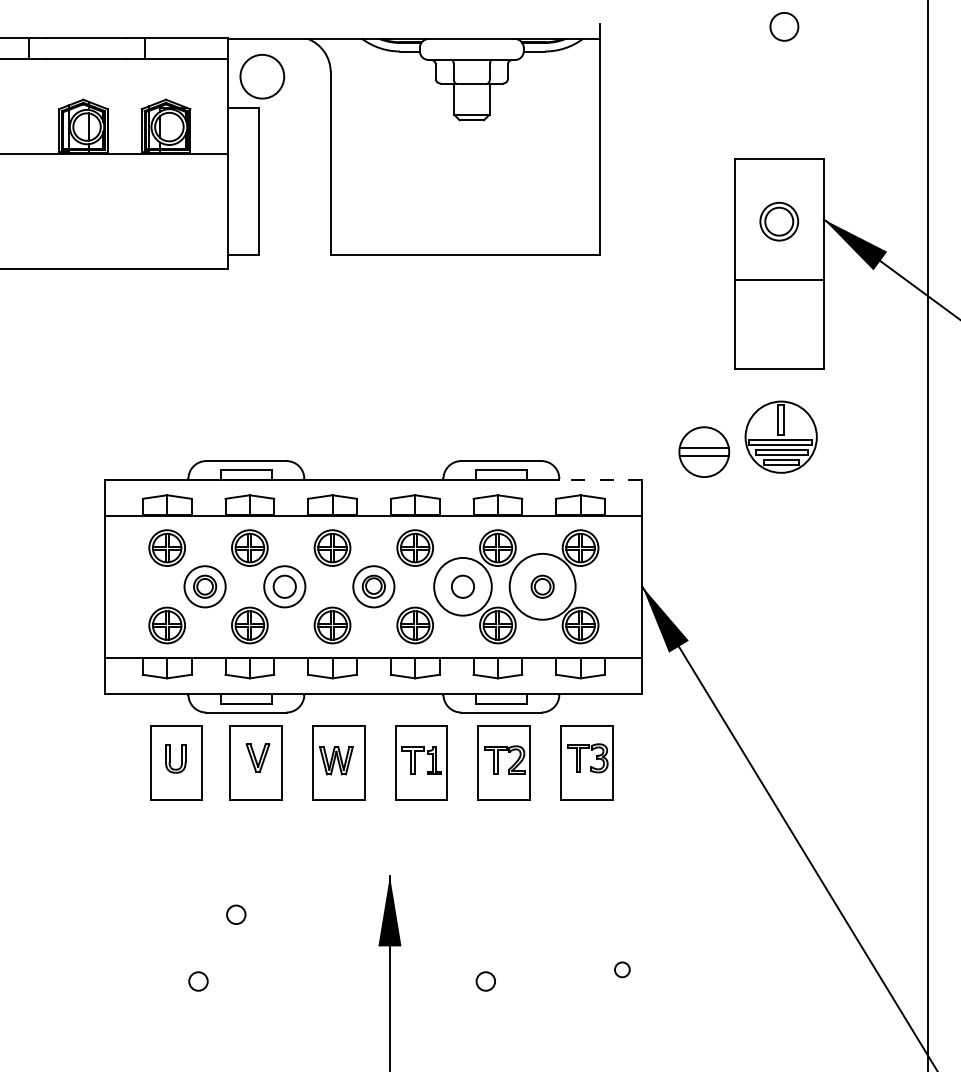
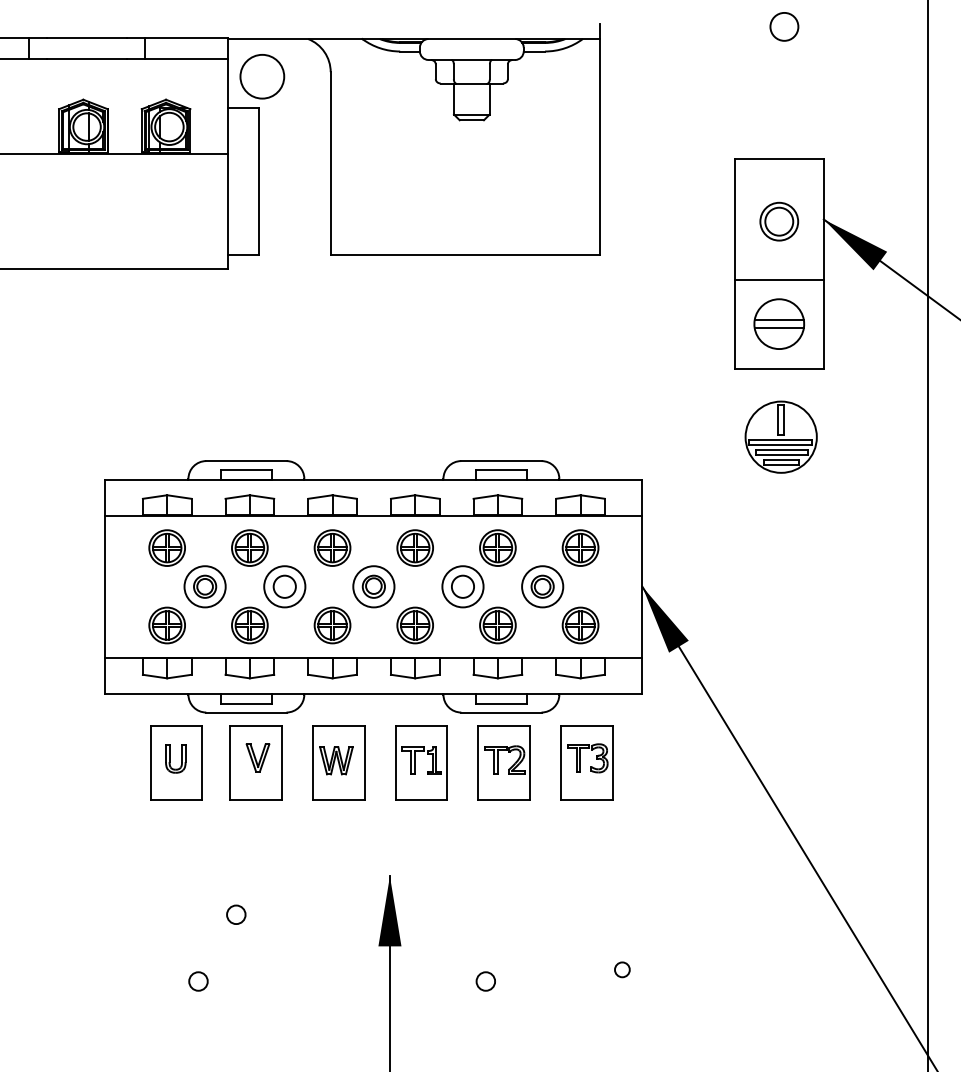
part at (704, 451) position: (704, 451) -> (779, 323)
line at (600, 479): dashed -> solid
circle at (462, 586) diameter: 58 px -> 41 px
circle at (542, 586) diameter: 66 px -> 41 px
